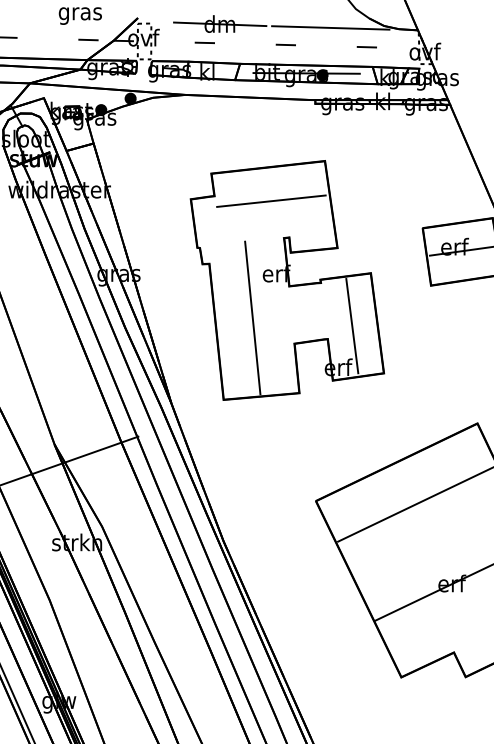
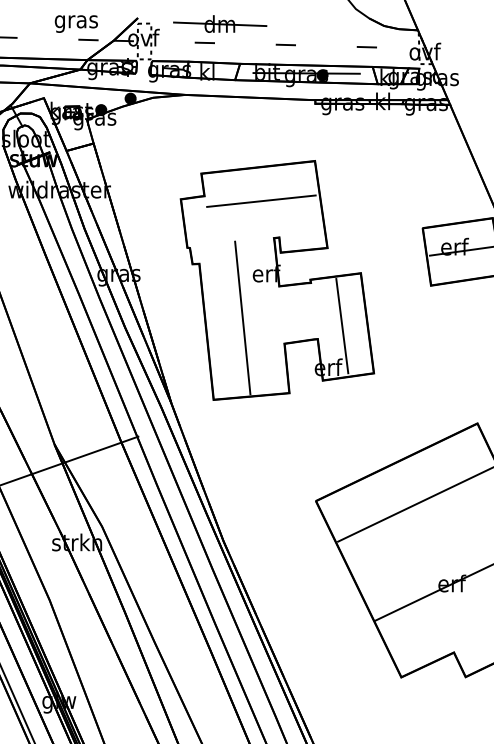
text at (79, 15) position: (79, 15) -> (75, 23)
line at (330, 27): present -> none
part at (287, 280) position: (287, 280) -> (277, 280)
